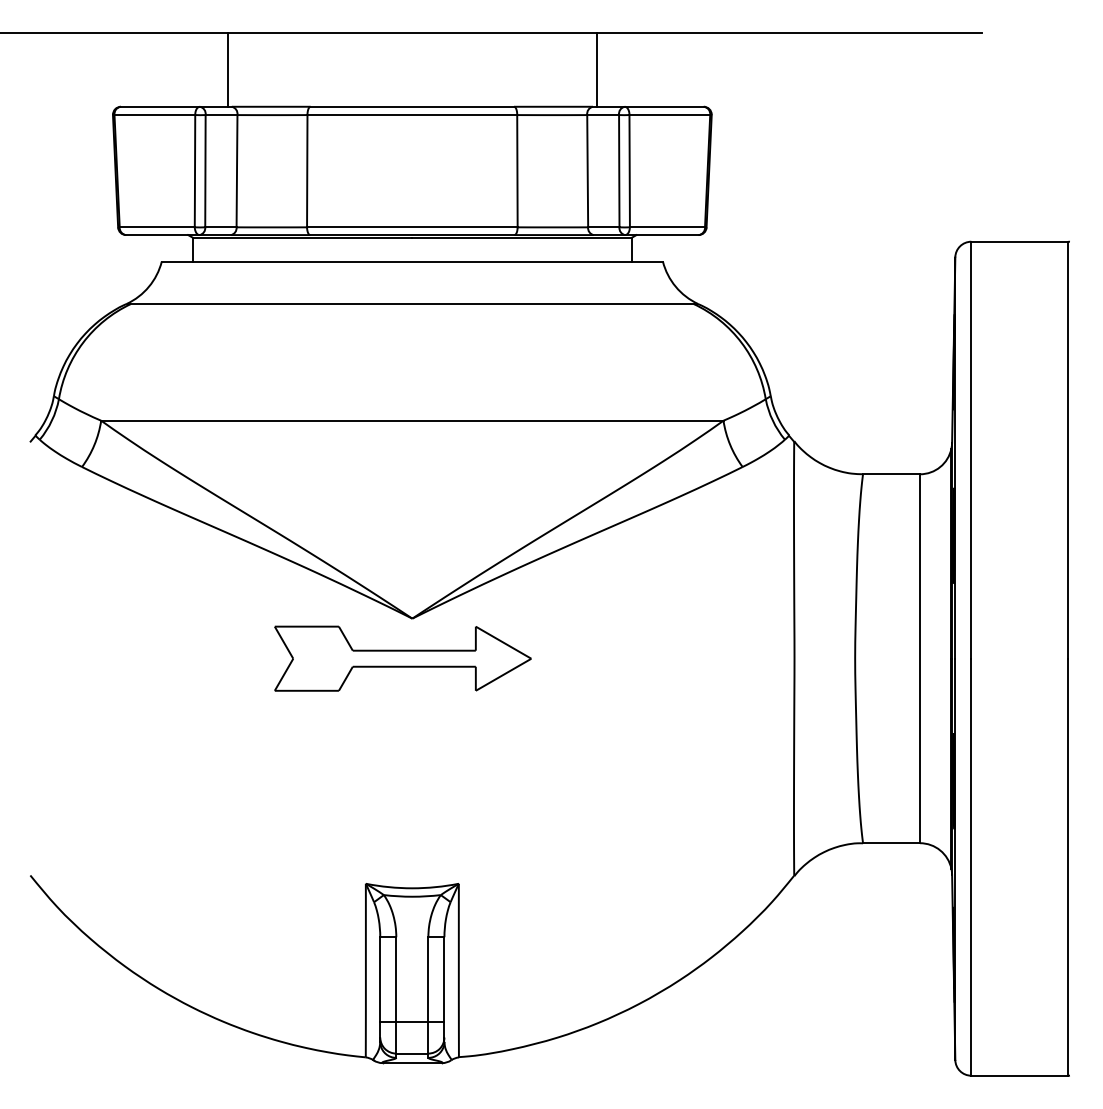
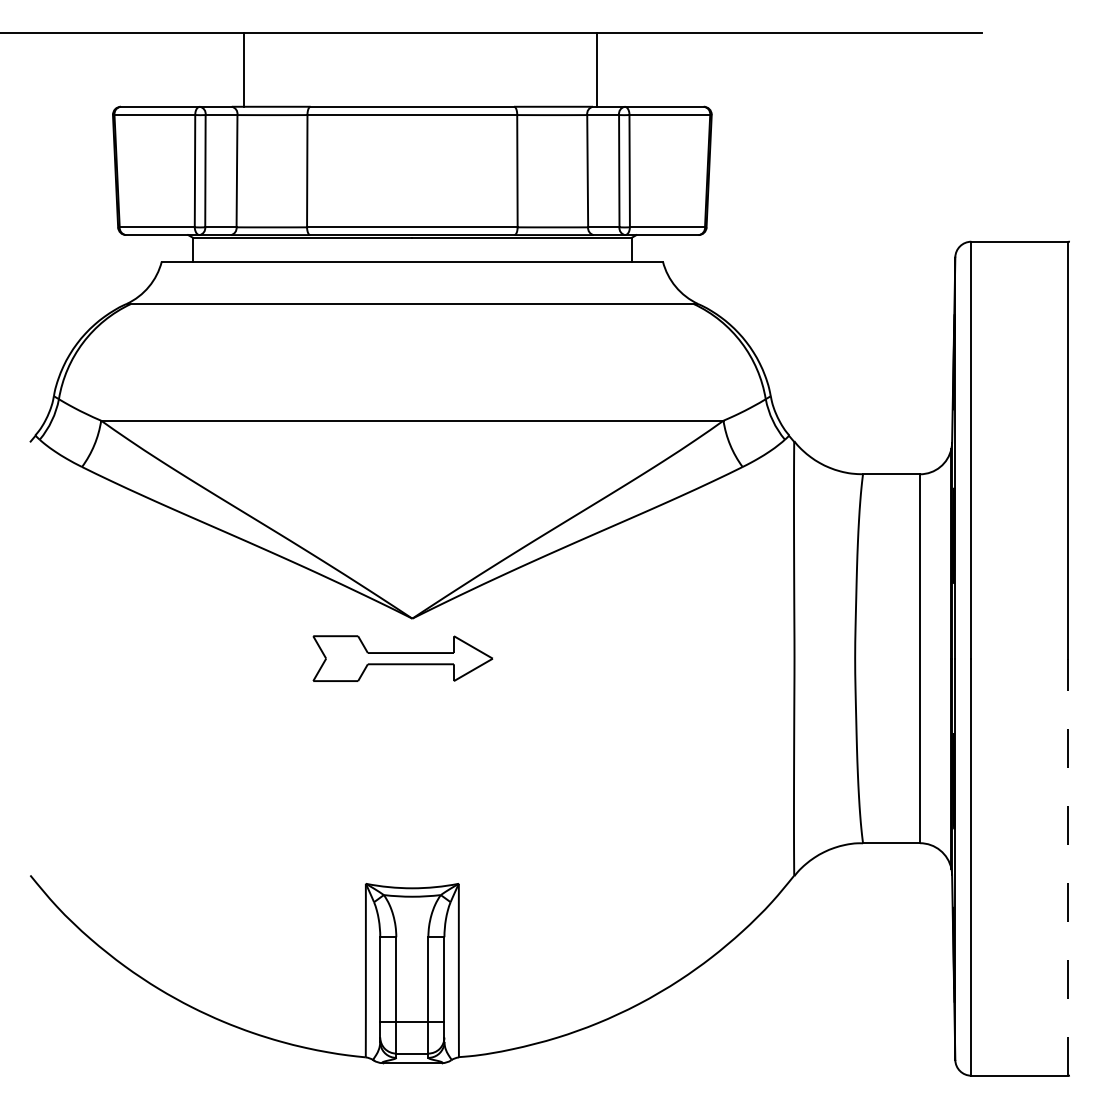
line at (227, 69) position: (227, 69) -> (243, 69)
part at (402, 658) size: 258x67 px -> 182x47 px
line at (1068, 866): solid -> dashed
